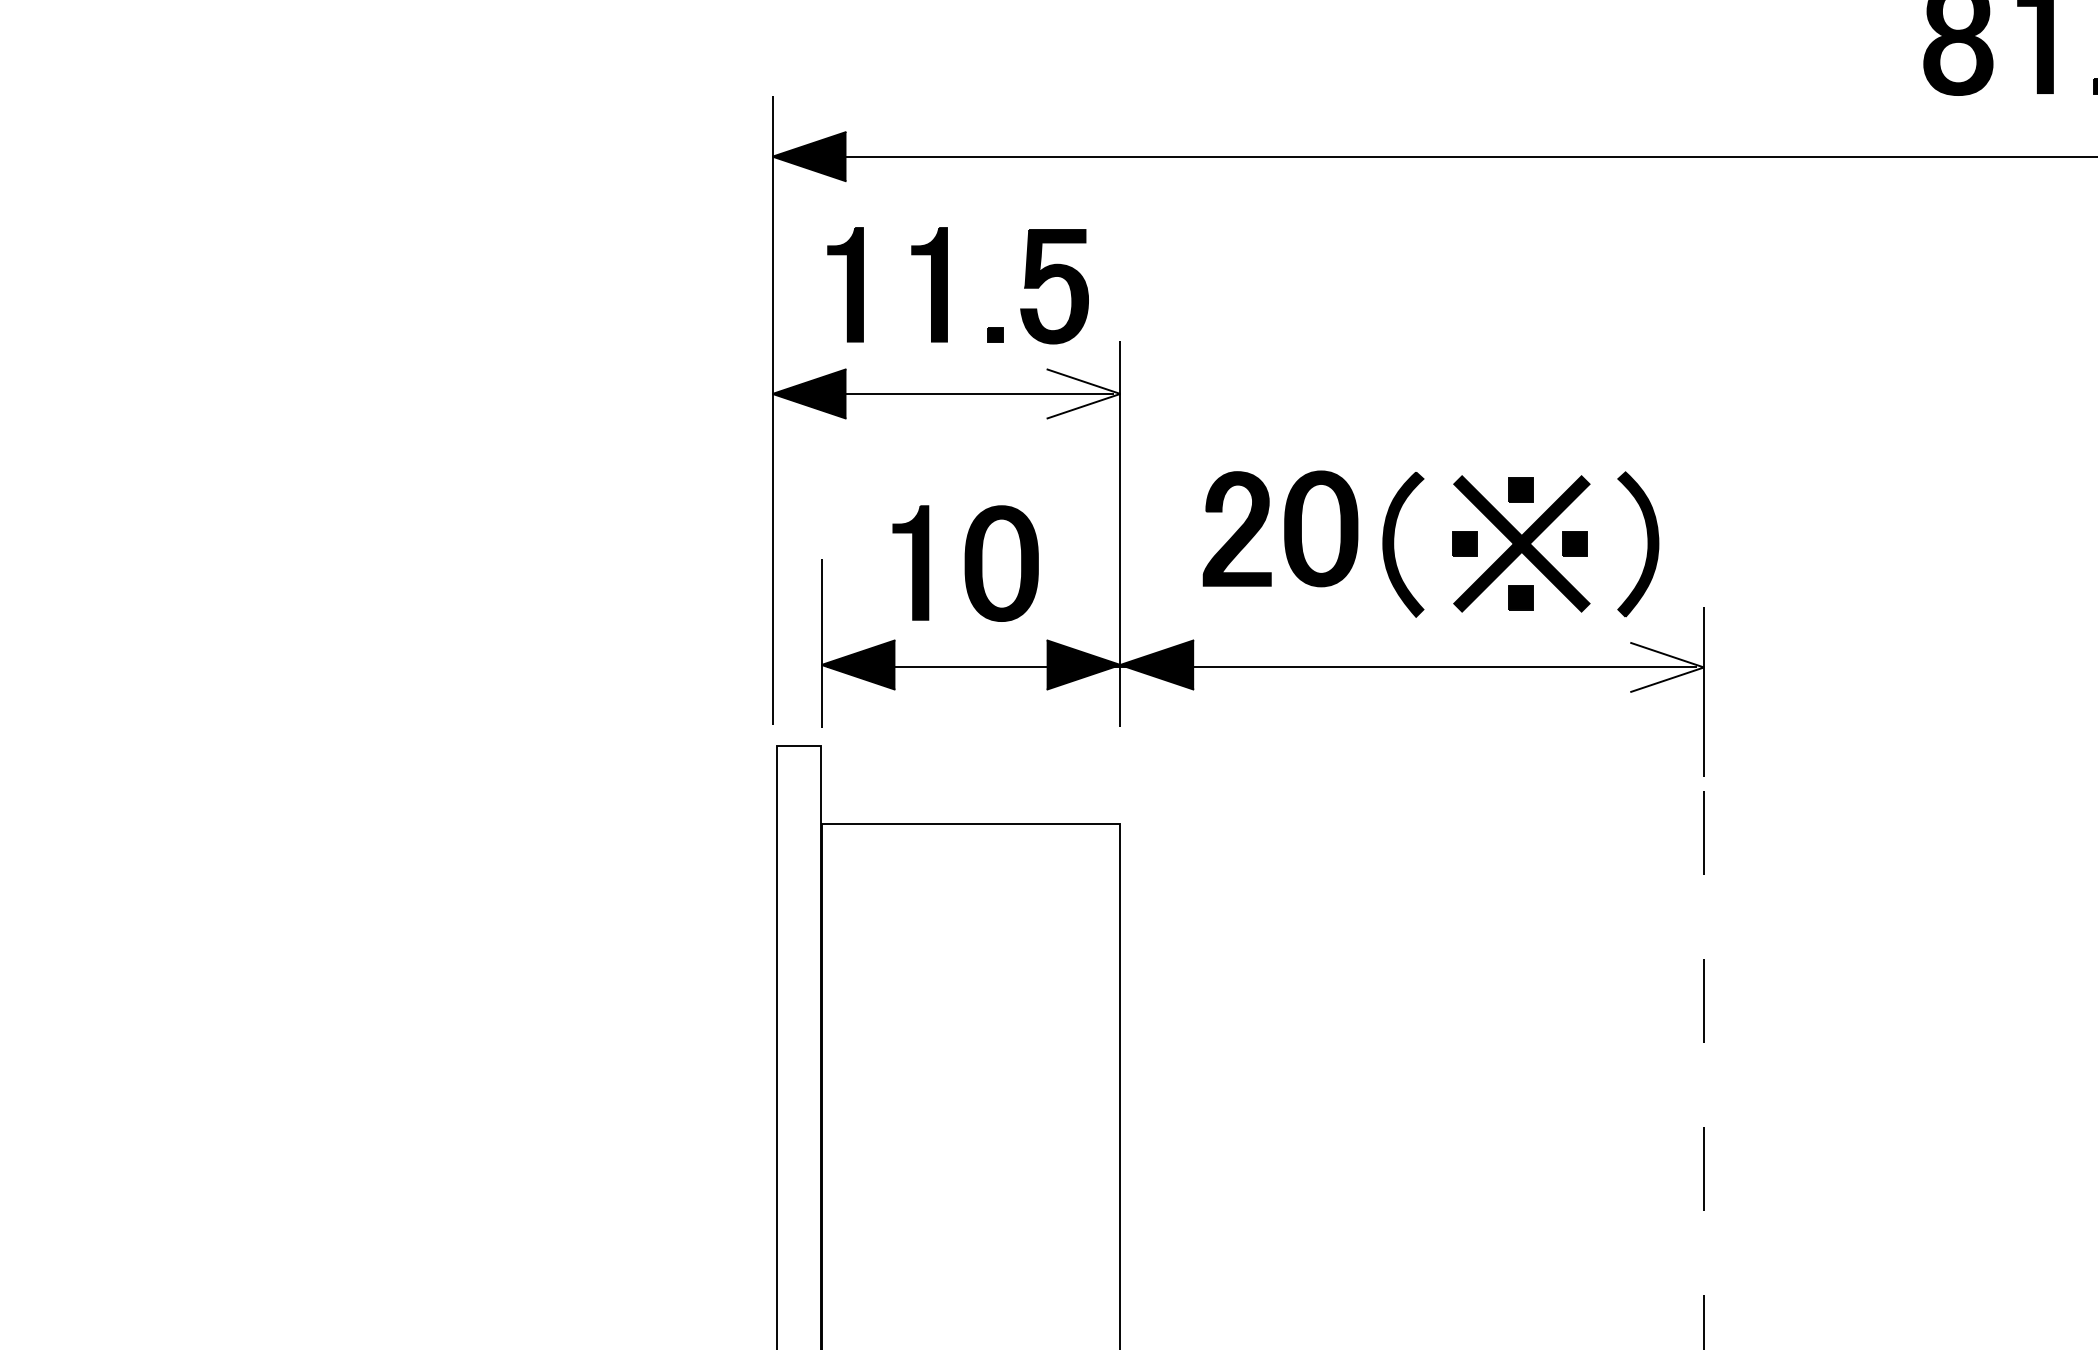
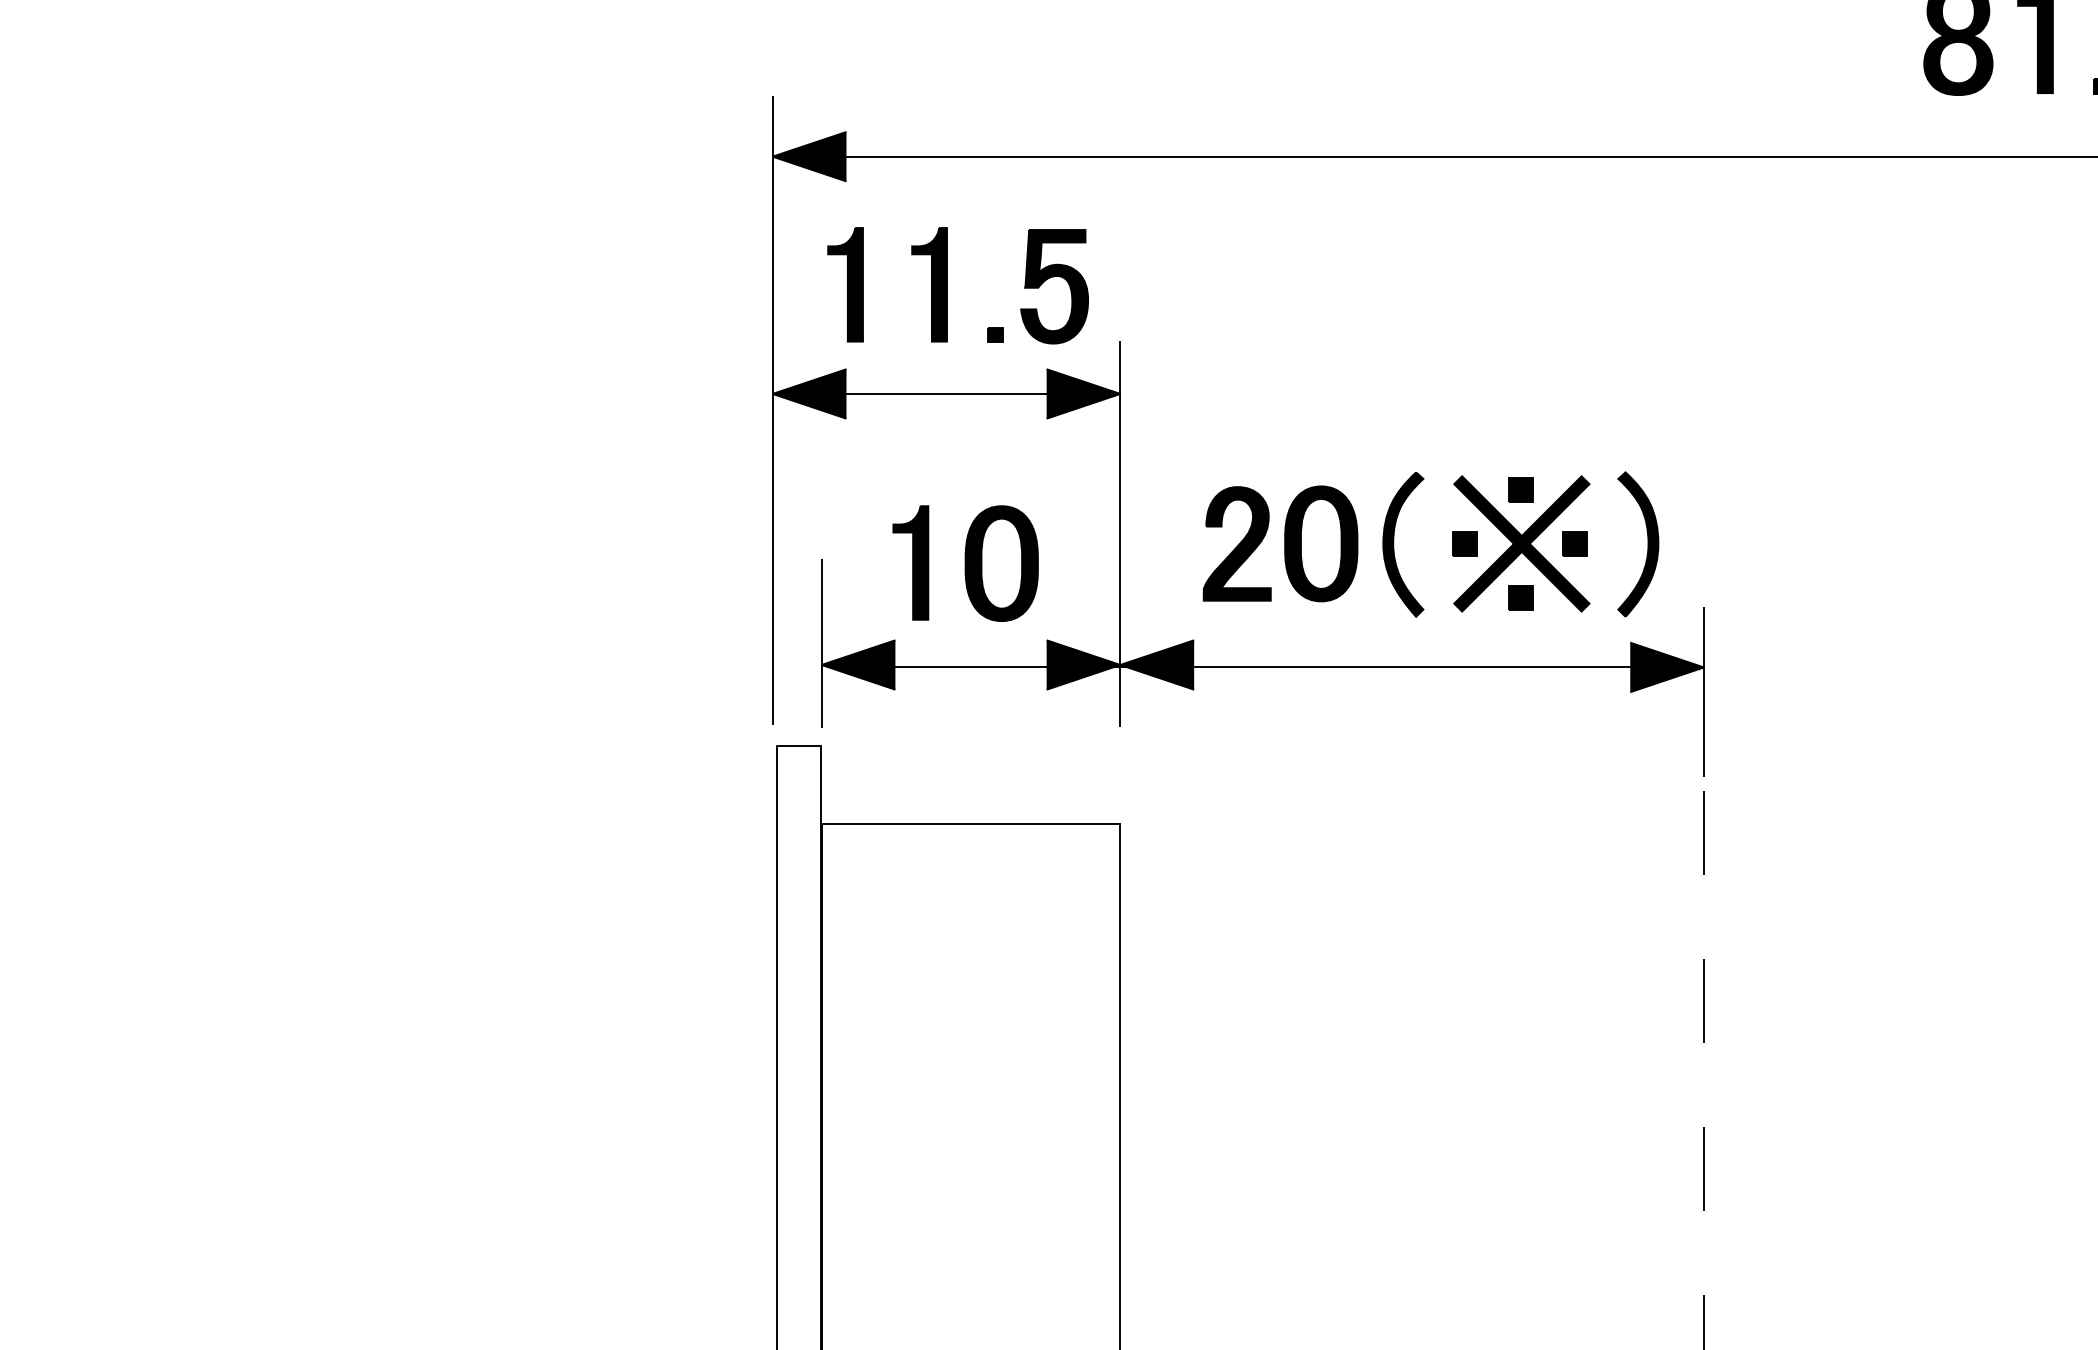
fill at (1083, 393): none -> present
part at (1280, 528) position: (1280, 528) -> (1280, 543)
fill at (1666, 667): none -> present
